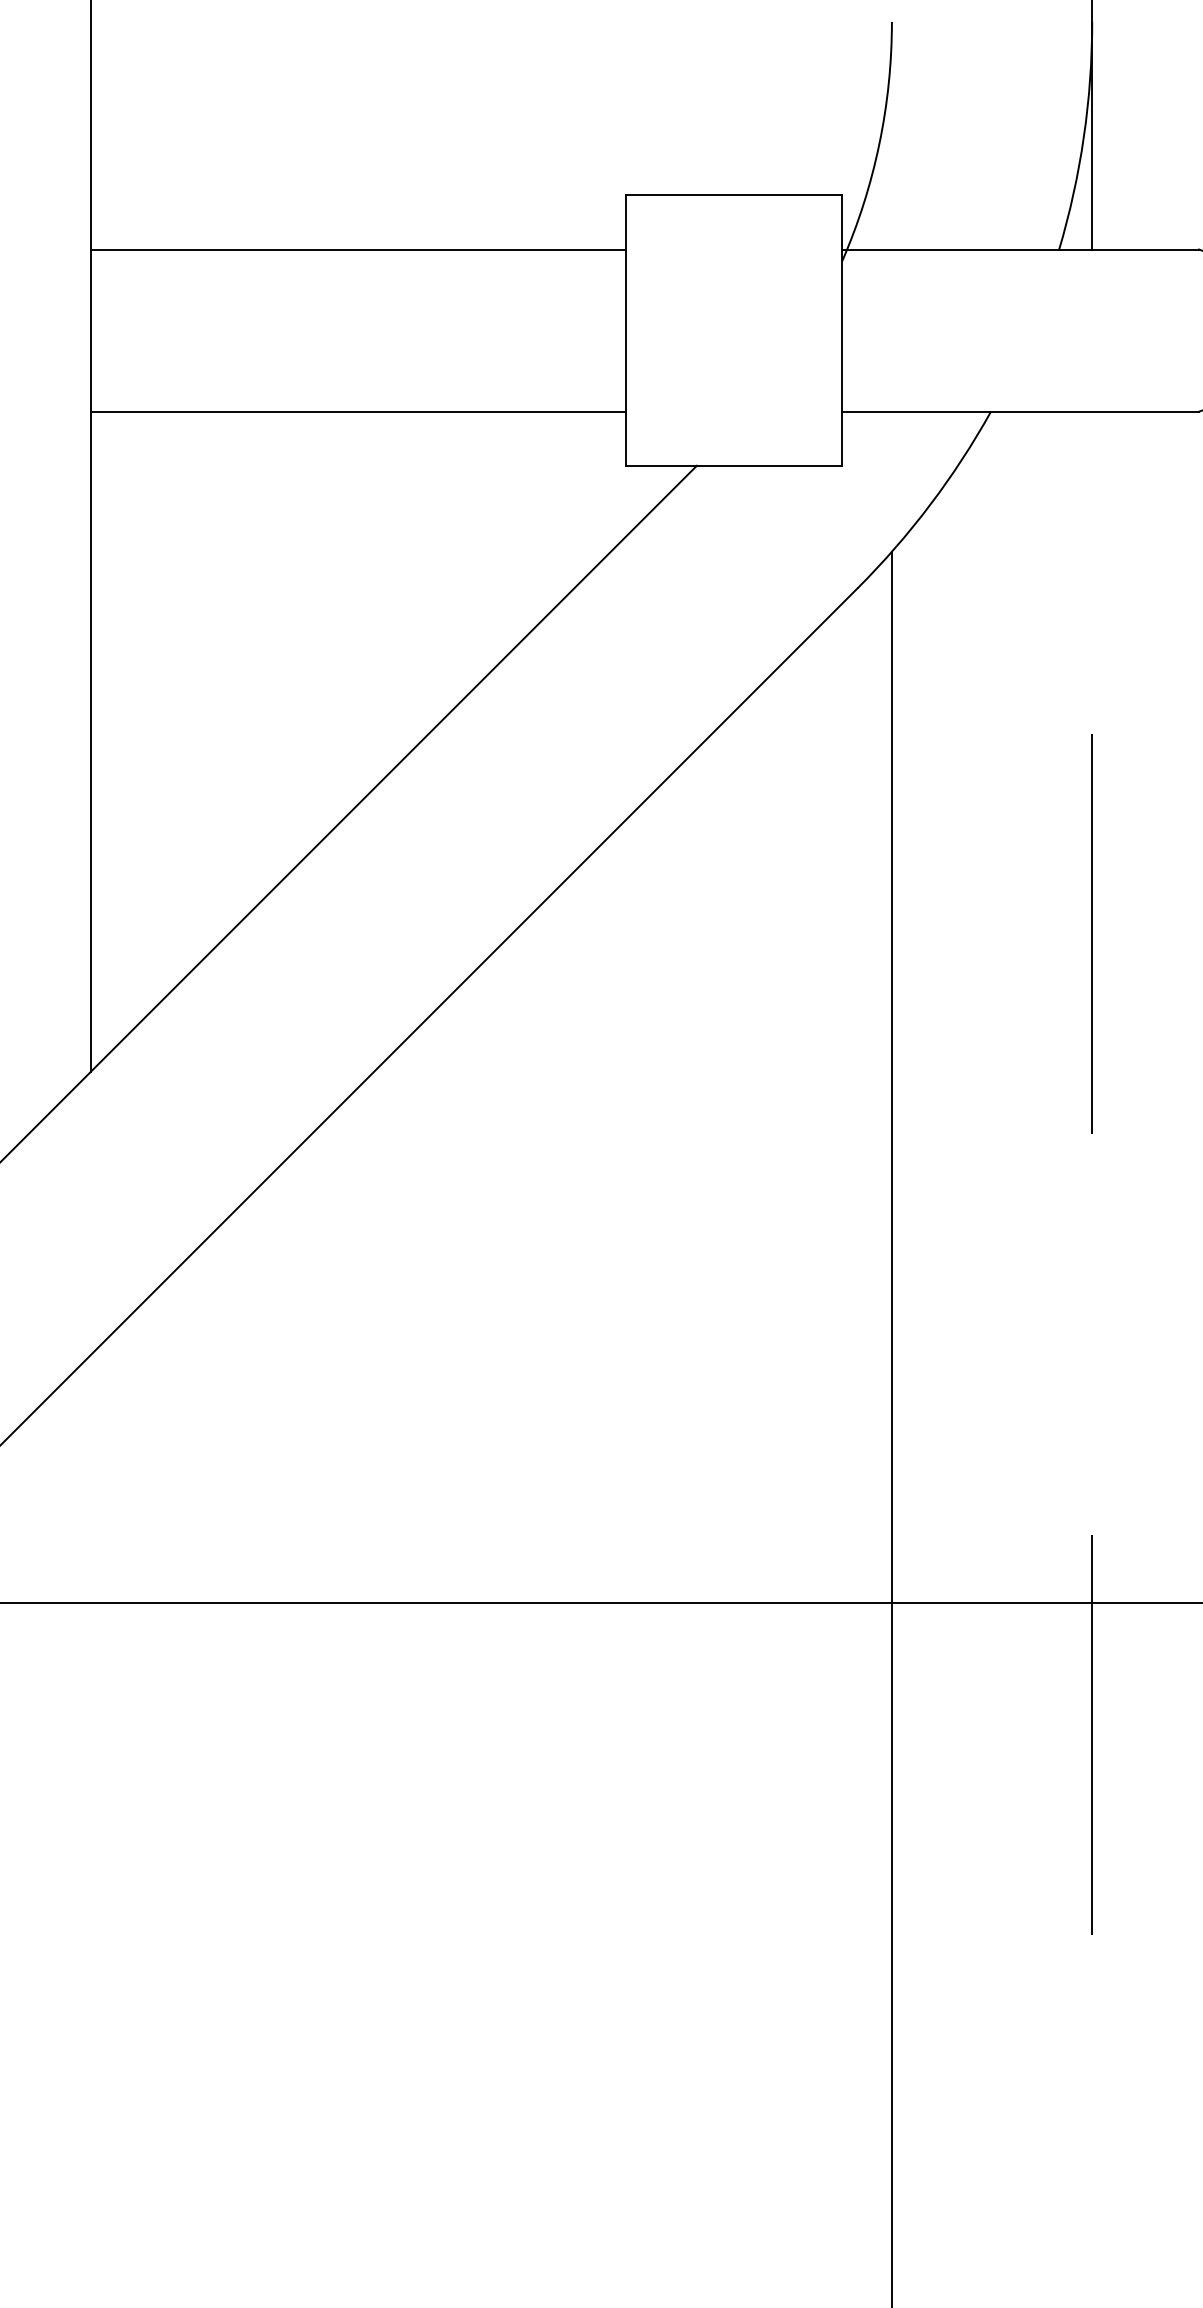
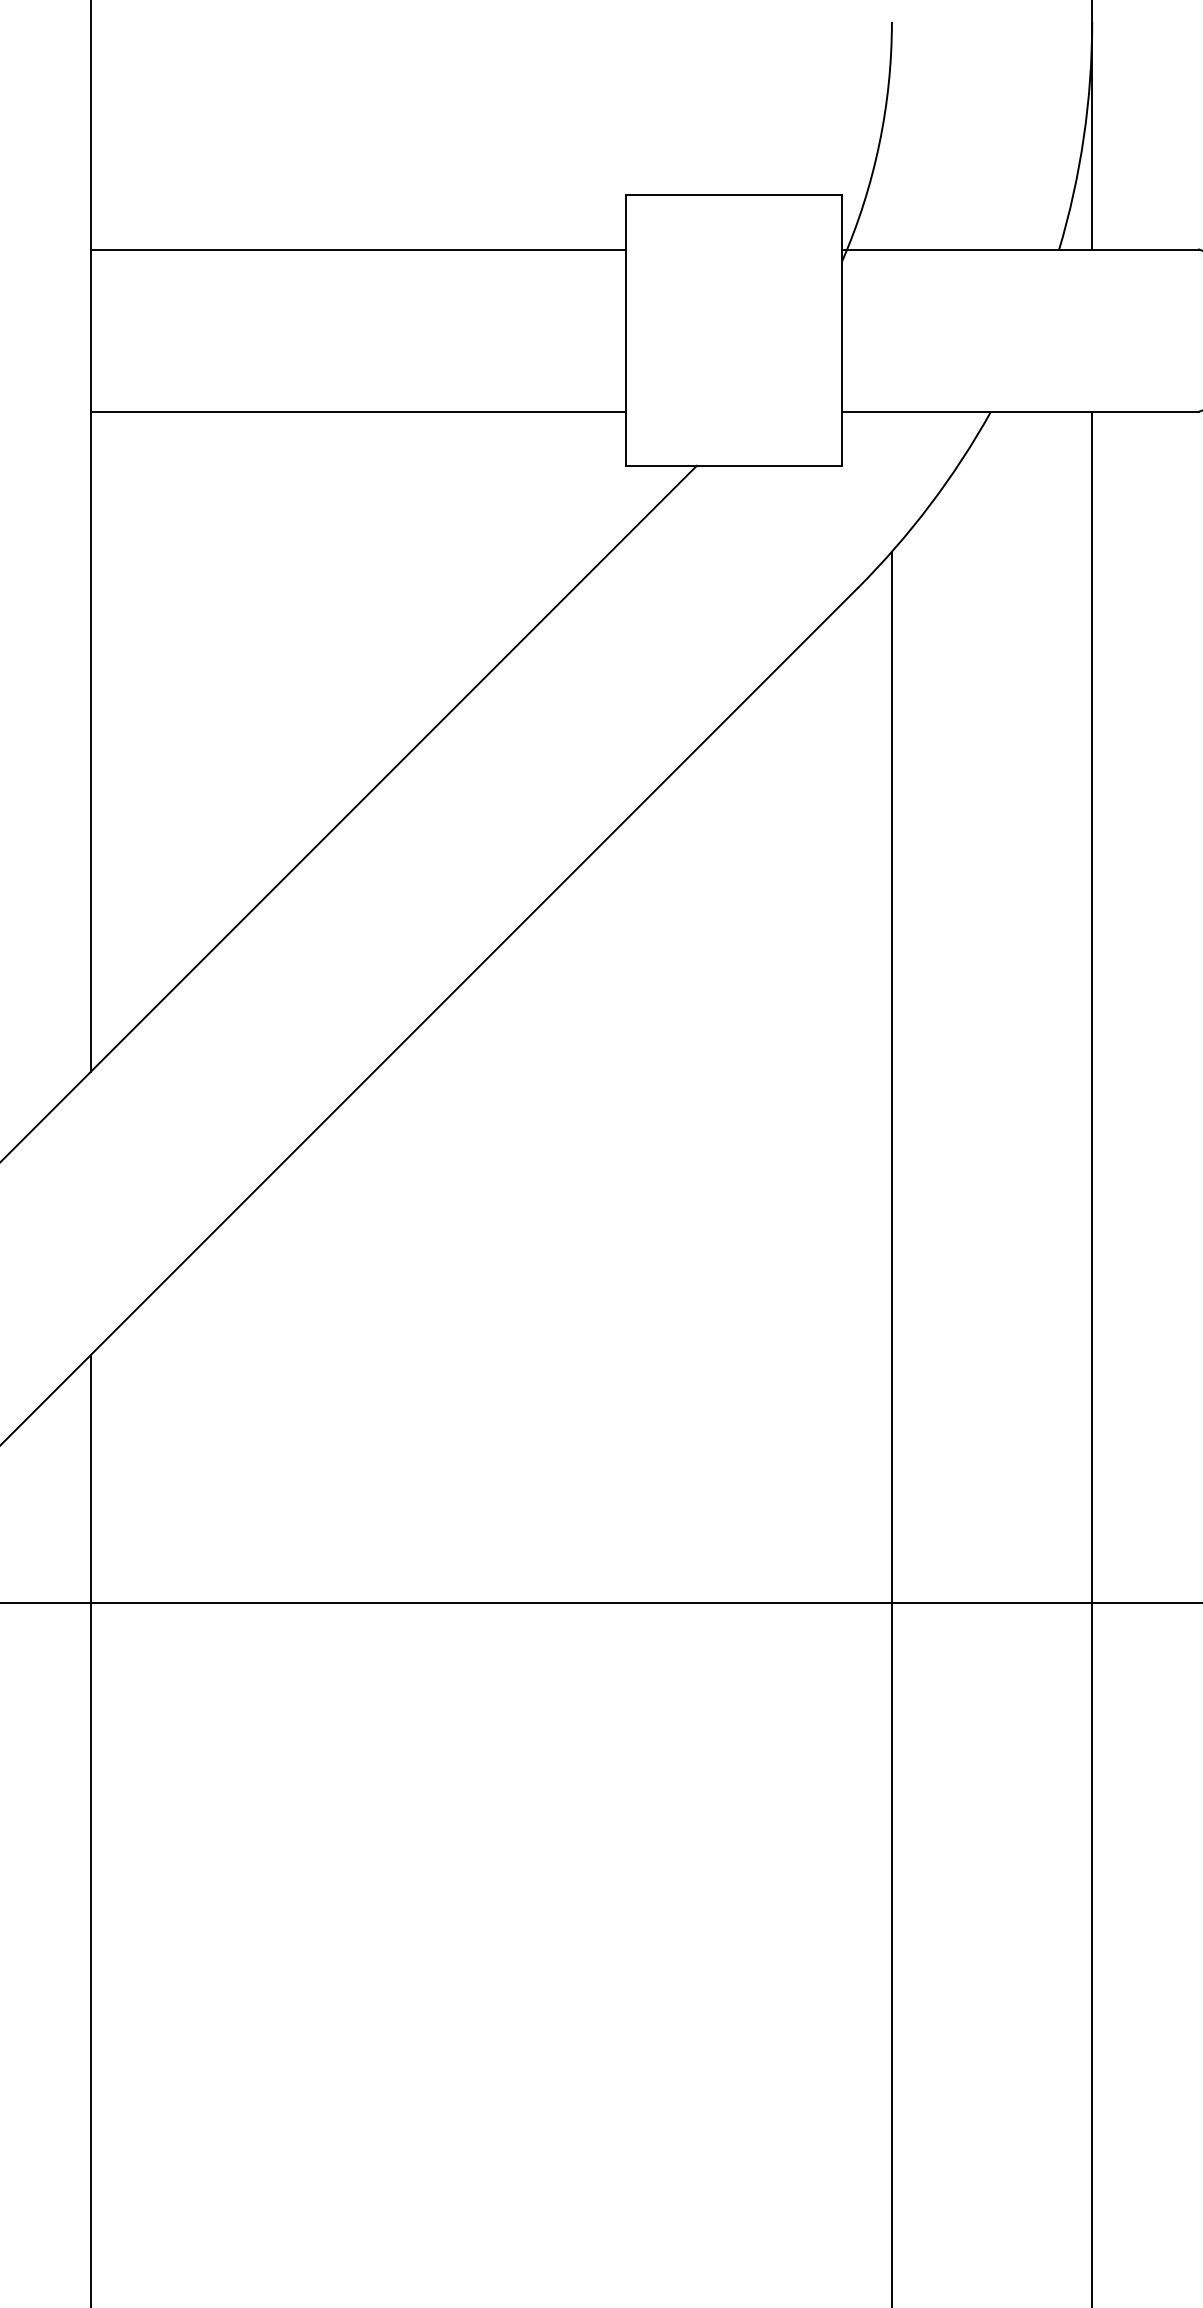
line at (1092, 1359): dashed -> solid
line at (90, 1829): none -> present
